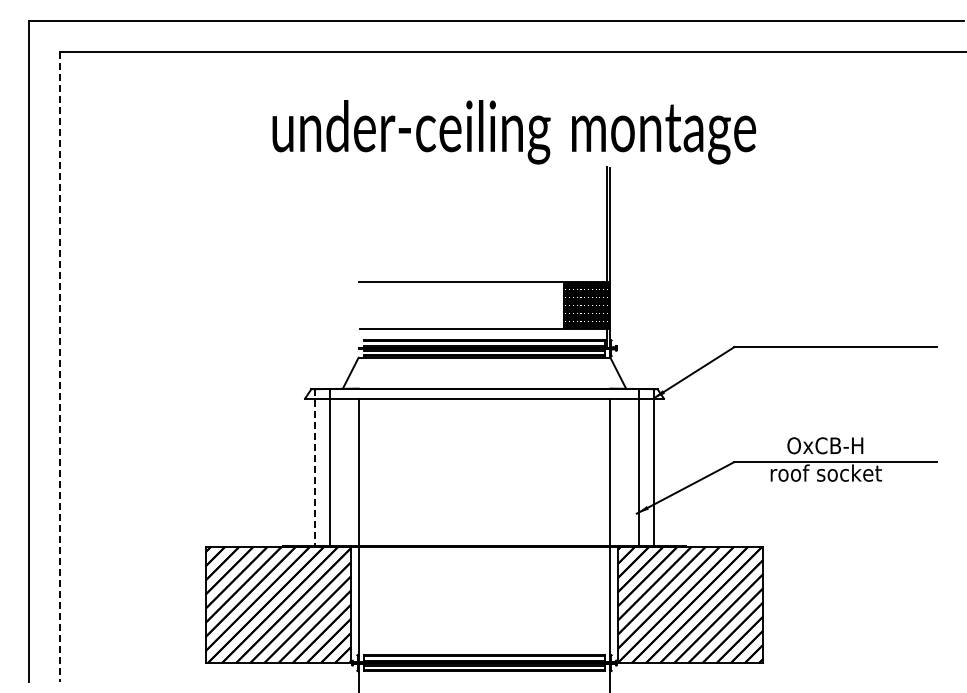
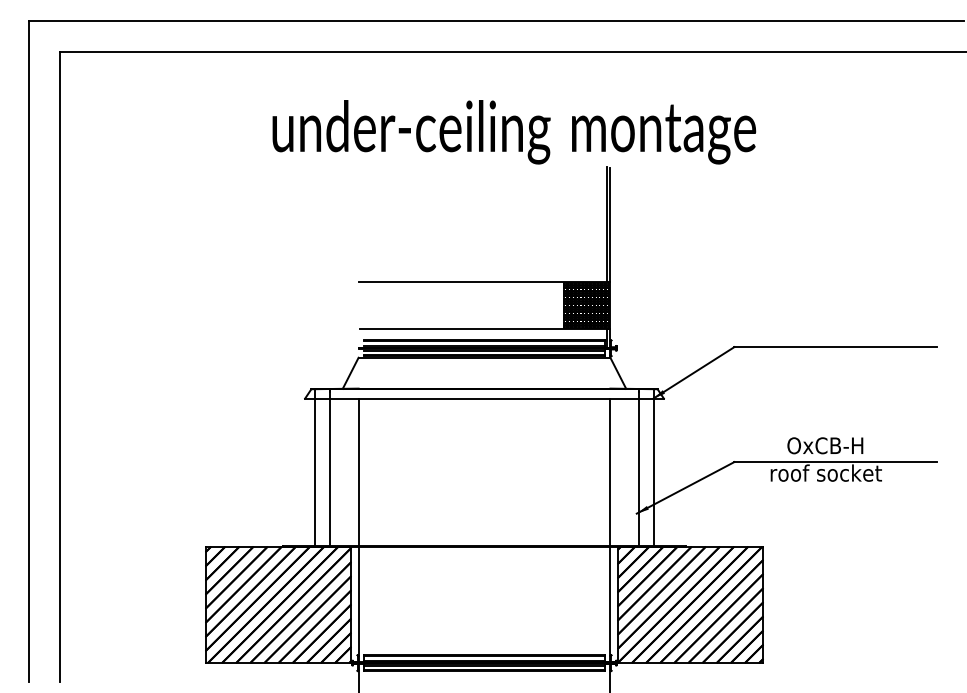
line at (60, 366): dashed -> solid
line at (314, 467): dashed -> solid
